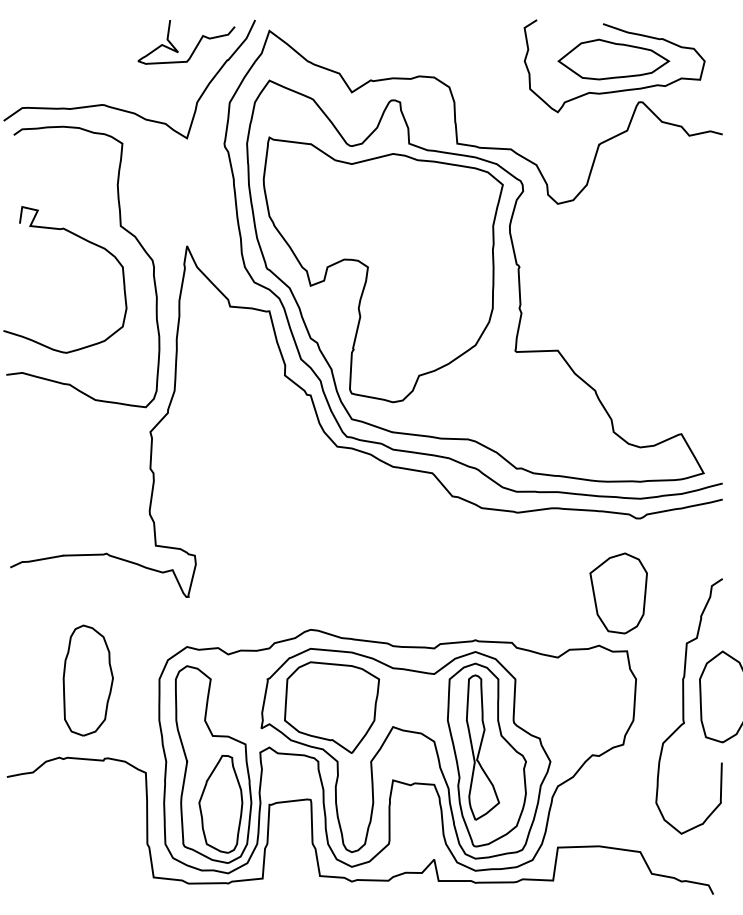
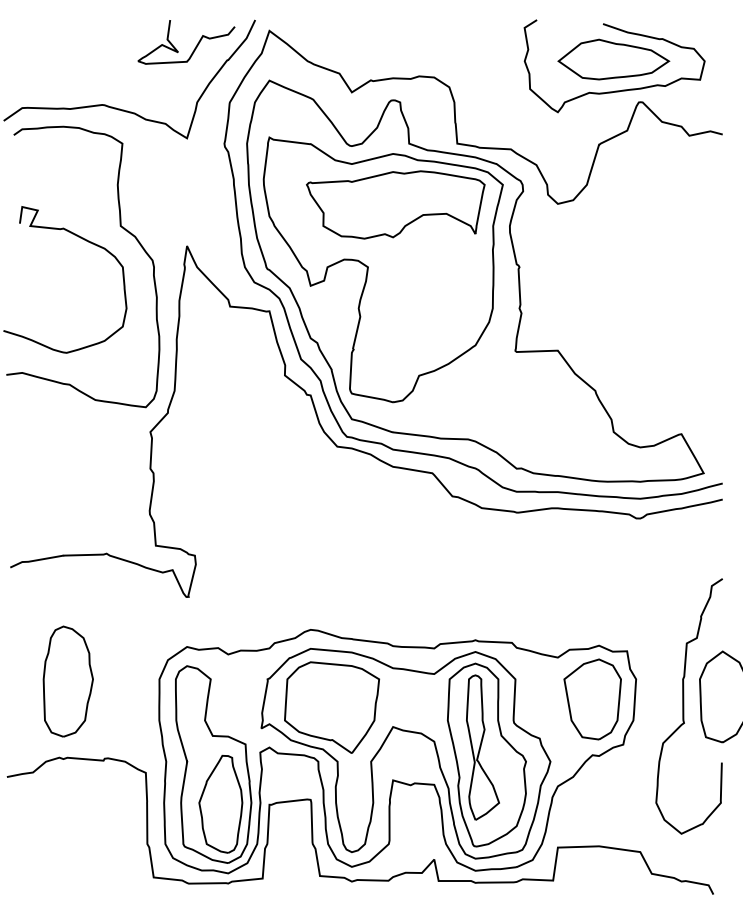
part at (395, 204): none -> present
part at (618, 593) position: (618, 593) -> (592, 699)
part at (87, 680) position: (87, 680) -> (67, 681)
